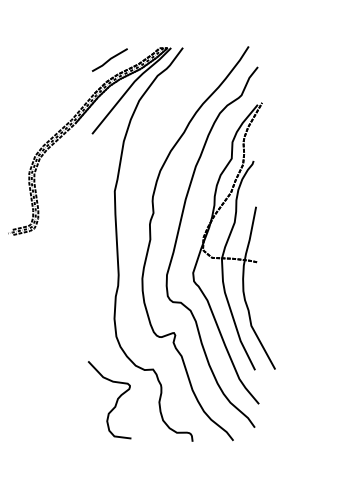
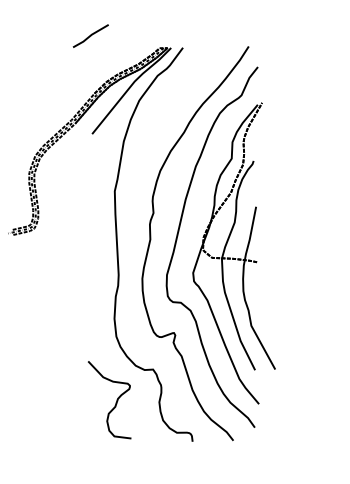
line at (109, 59) position: (109, 59) -> (90, 35)
